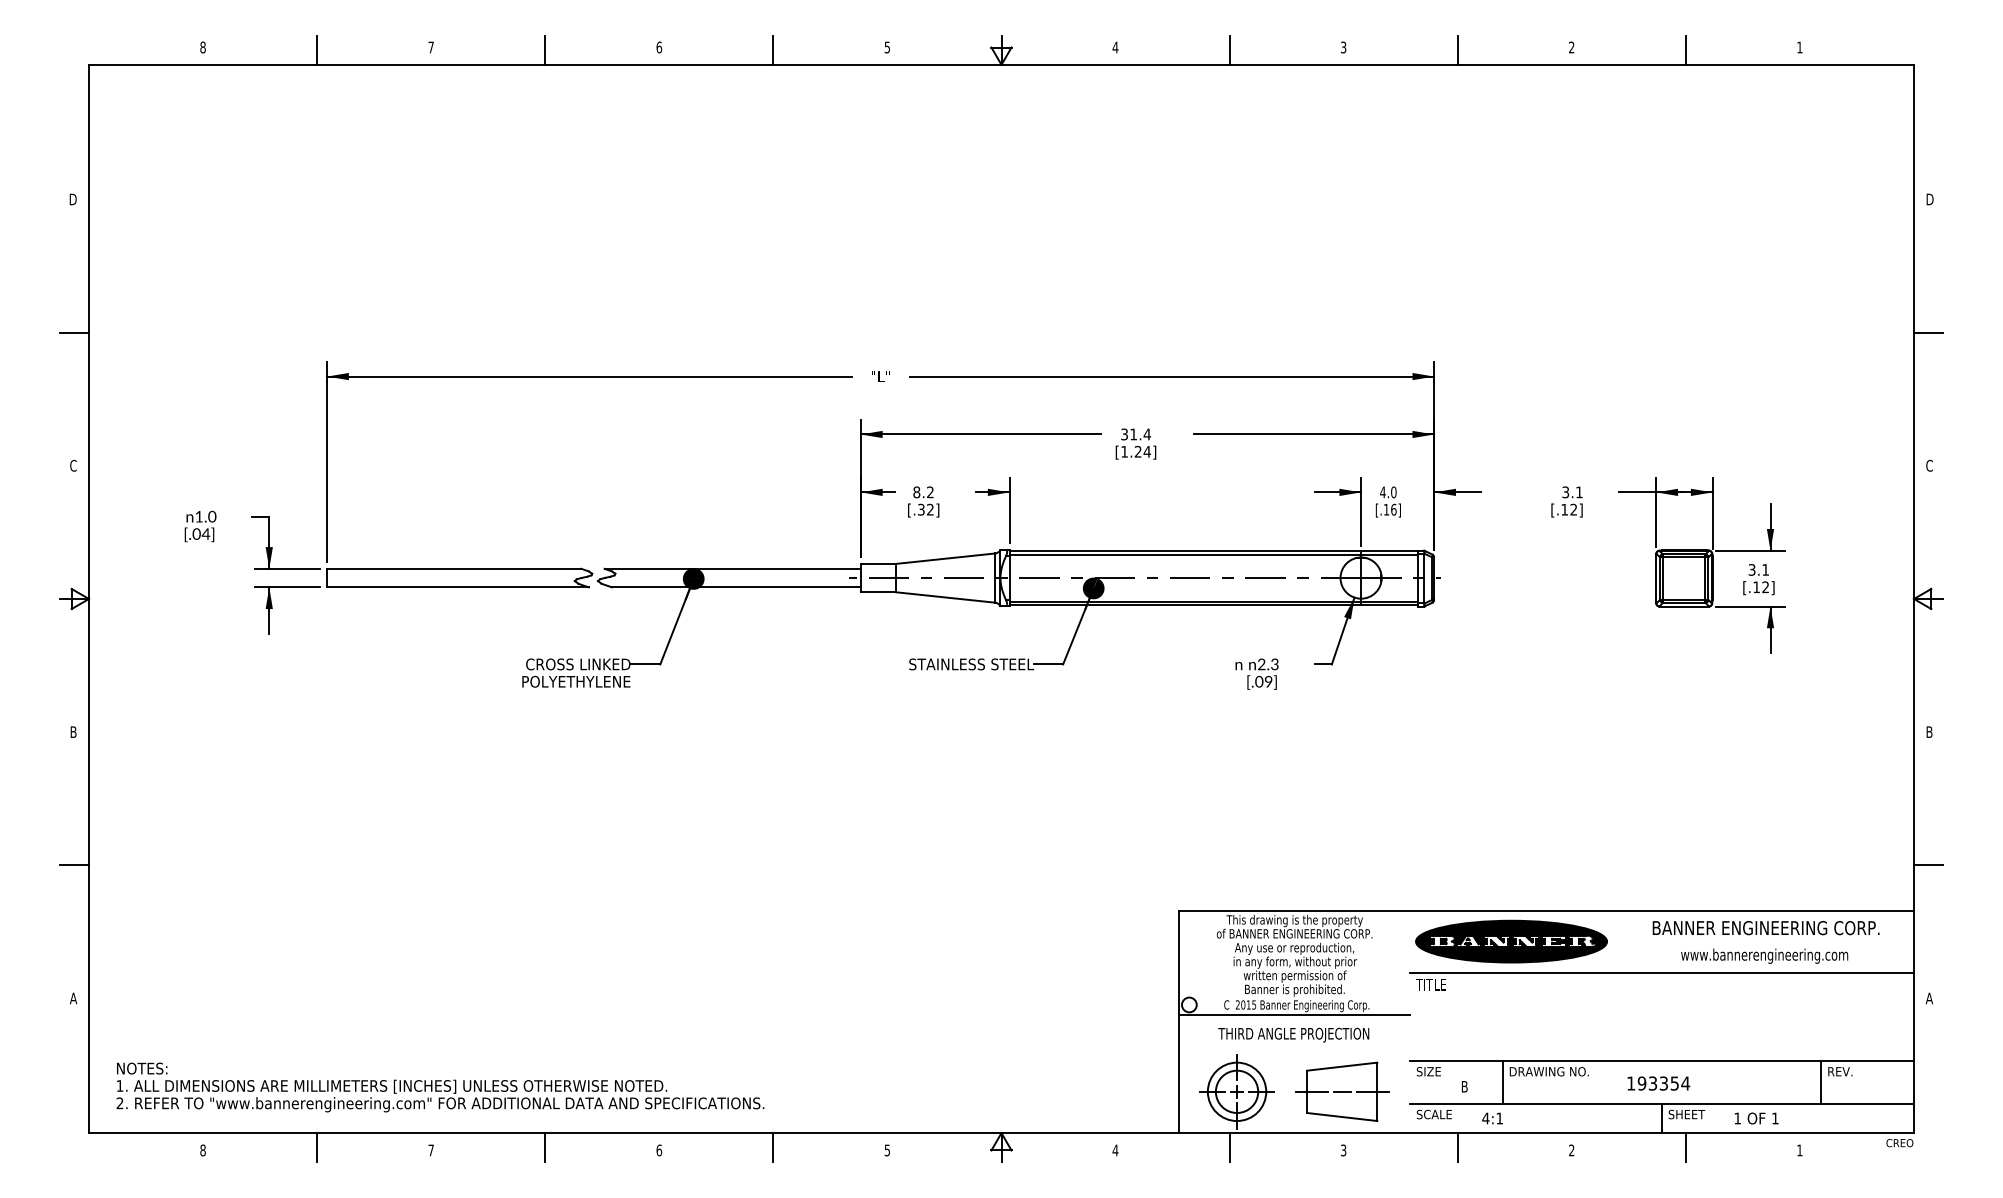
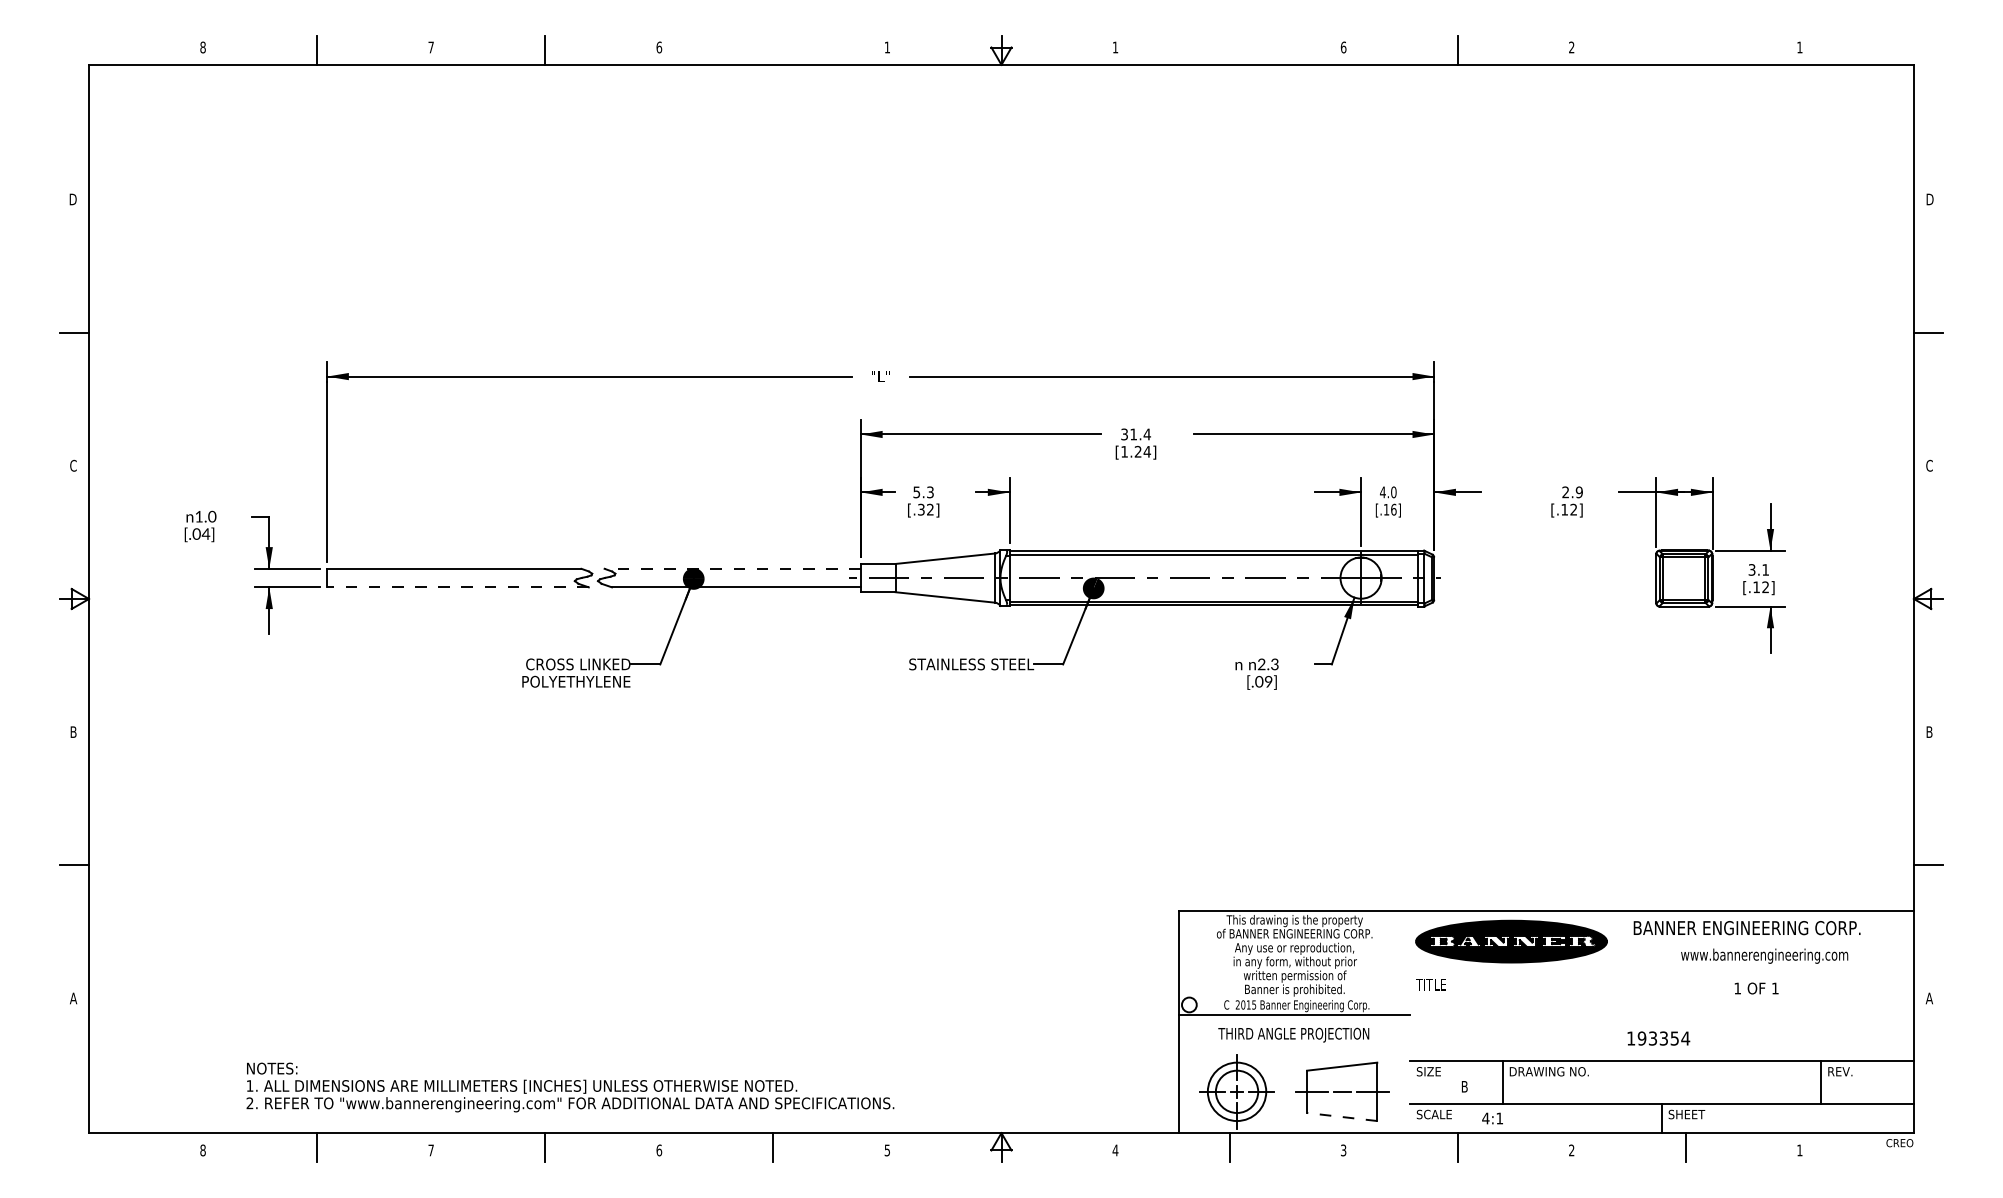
text at (886, 47): 5 -> 1
text at (1115, 47): 4 -> 1
text at (1343, 47): 3 -> 6
line at (773, 49): present -> none
line at (1229, 49): present -> none
line at (1685, 49): present -> none
text at (923, 492): 8.2 -> 5.3
text at (1572, 492): 3.1 -> 2.9
line at (732, 568): solid -> dashed
line at (457, 587): solid -> dashed
text at (1765, 928) position: (1765, 928) -> (1746, 928)
line at (1661, 973): present -> none
text at (1658, 1083) position: (1658, 1083) -> (1658, 1038)
text at (440, 1087) position: (440, 1087) -> (570, 1087)
line at (1341, 1116): solid -> dashed
text at (1756, 1118) position: (1756, 1118) -> (1756, 988)
